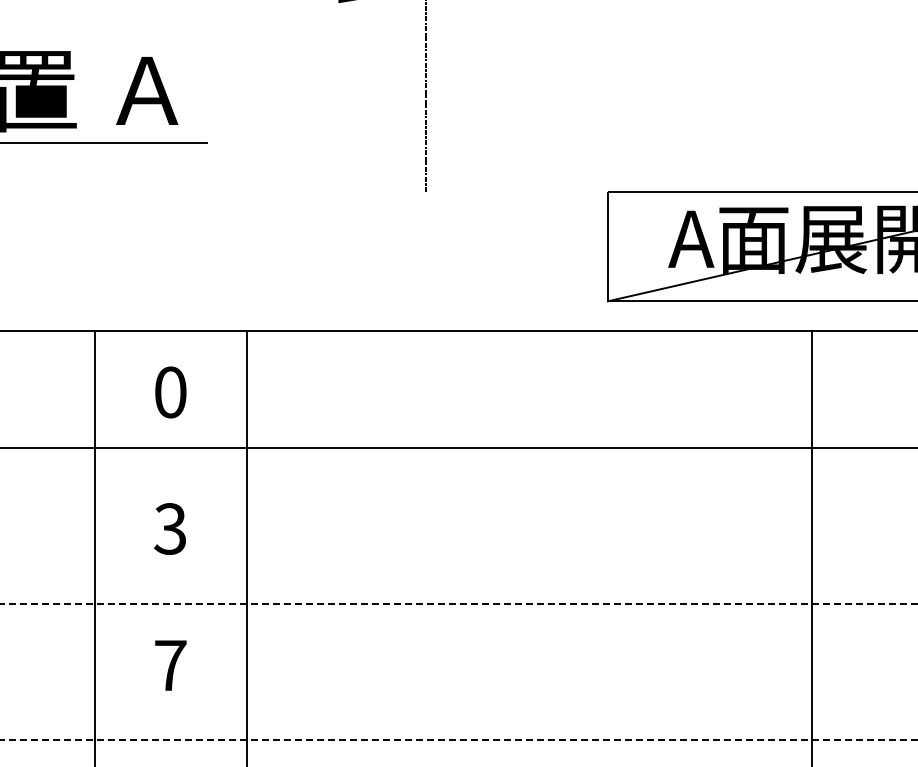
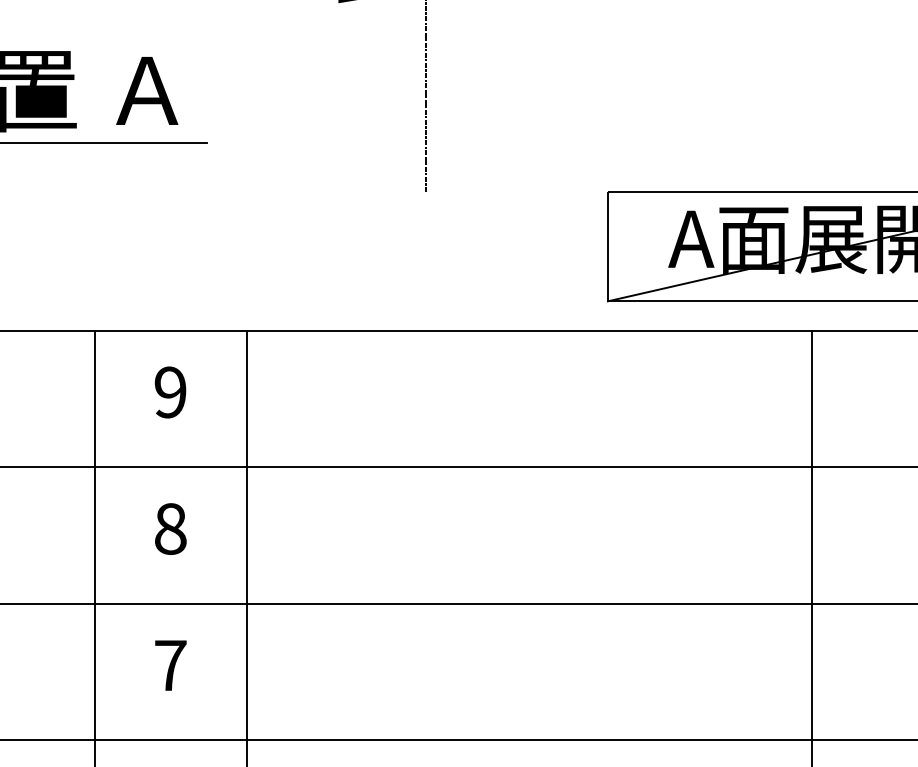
text at (170, 392): 0 -> 9
line at (458, 448) position: (458, 448) -> (458, 467)
text at (170, 528): 3 -> 8
line at (459, 603): dashed -> solid
line at (459, 740): dashed -> solid
